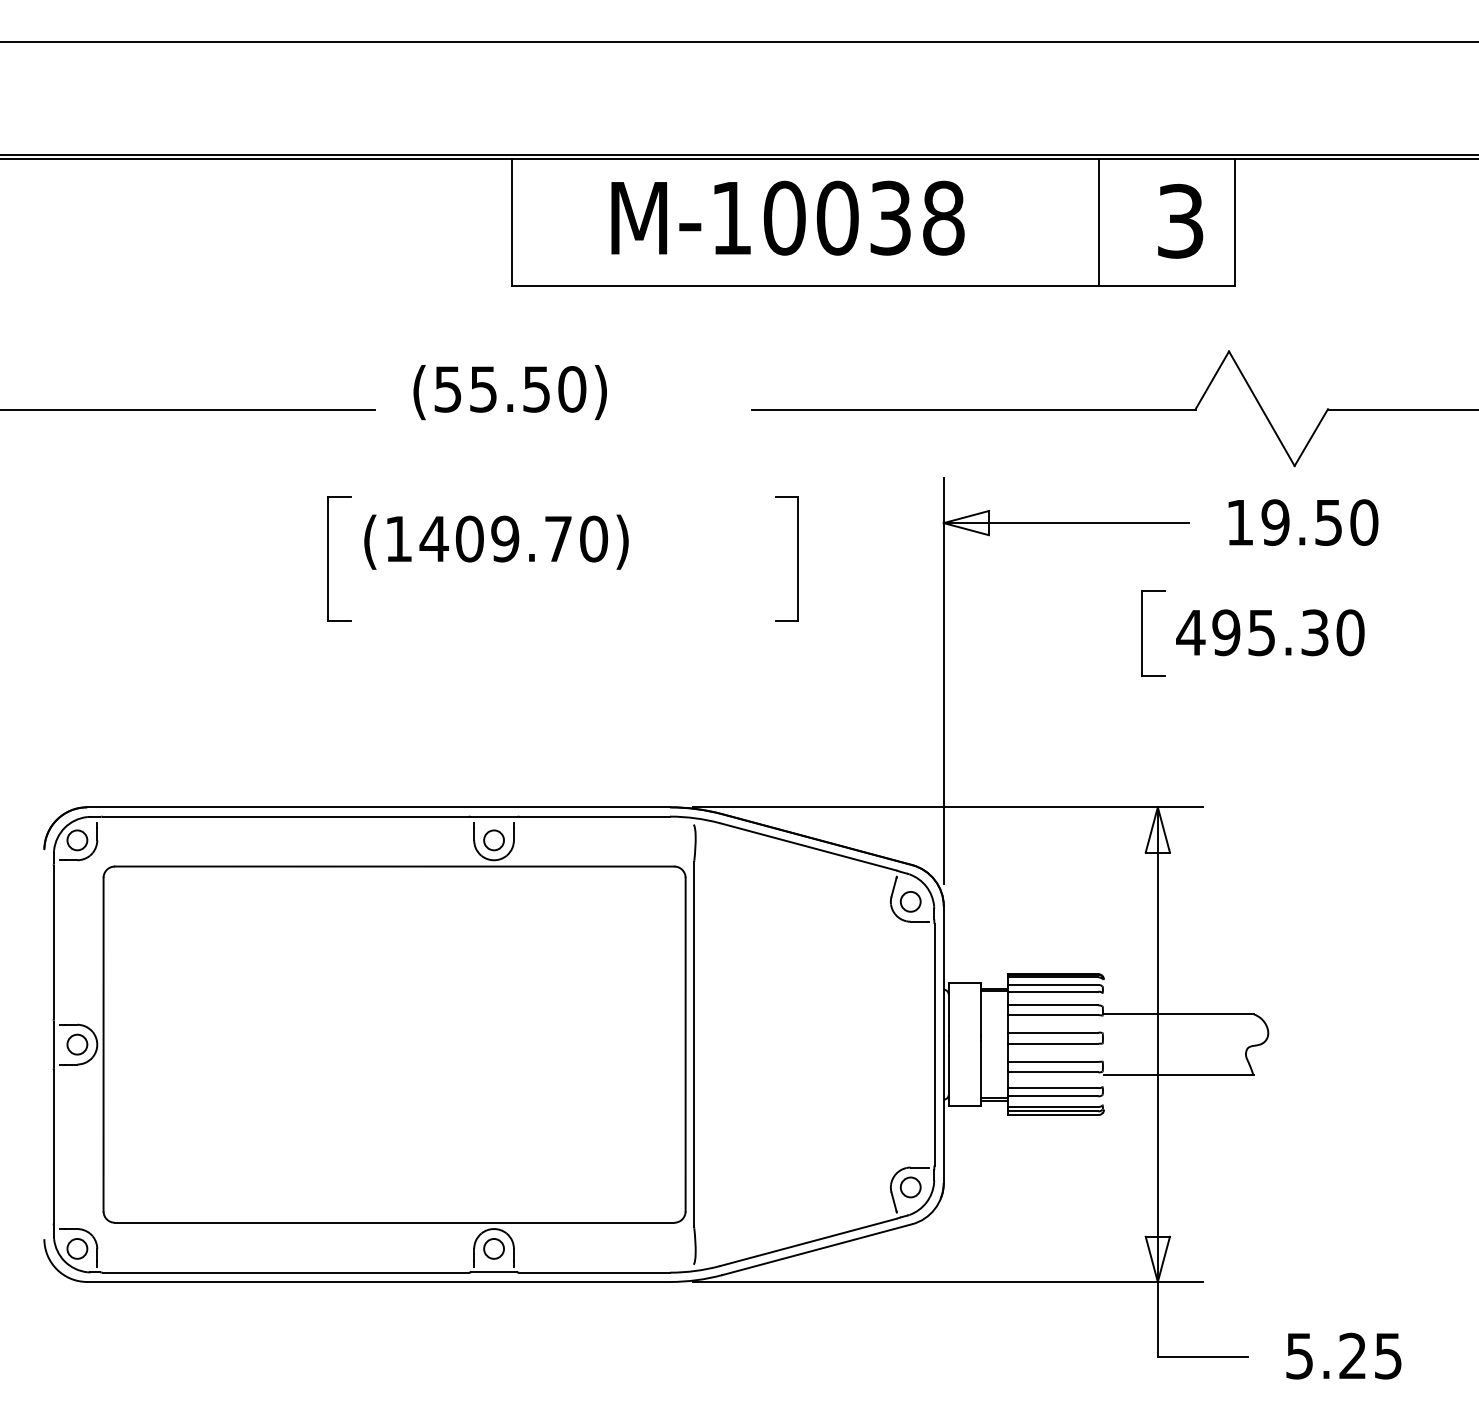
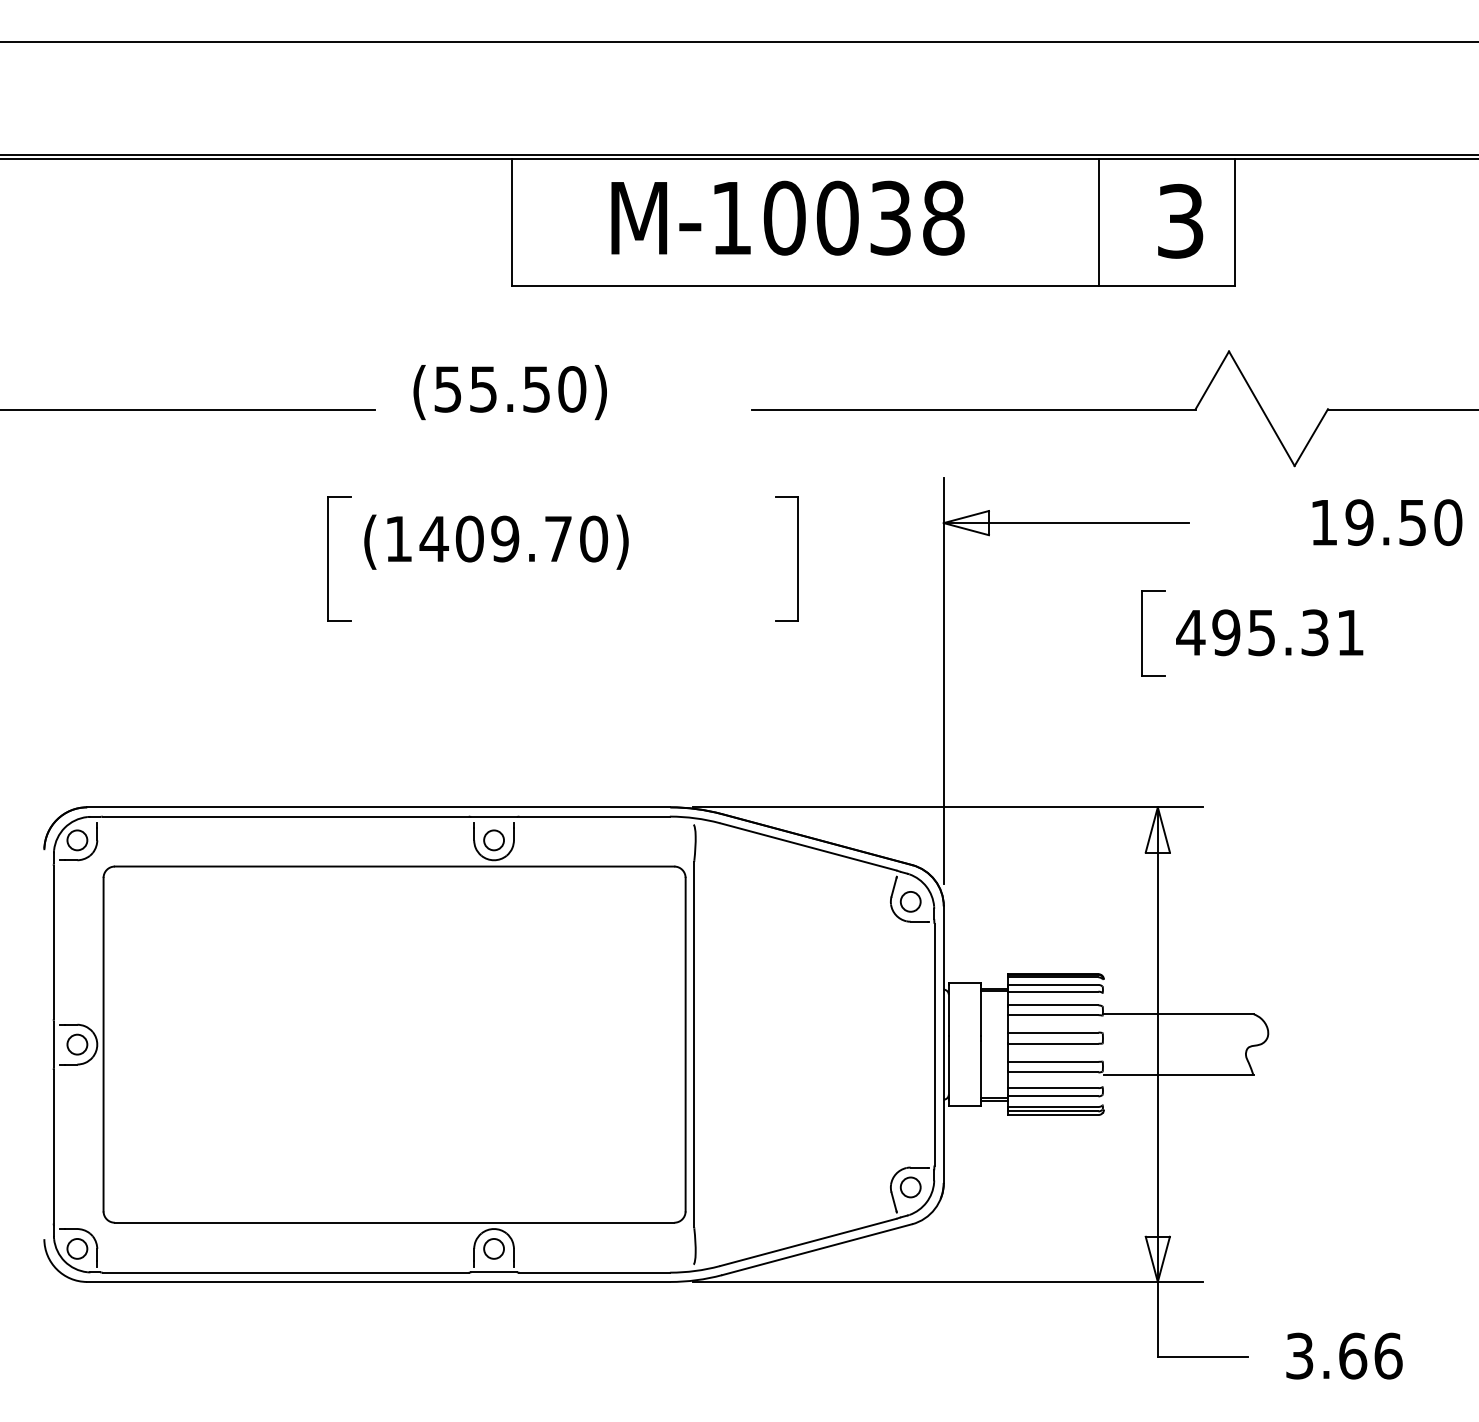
text at (1303, 522) position: (1303, 522) -> (1387, 522)
text at (1350, 632): 495.30 -> 495.31
text at (1344, 1355): 5.25 -> 3.66
